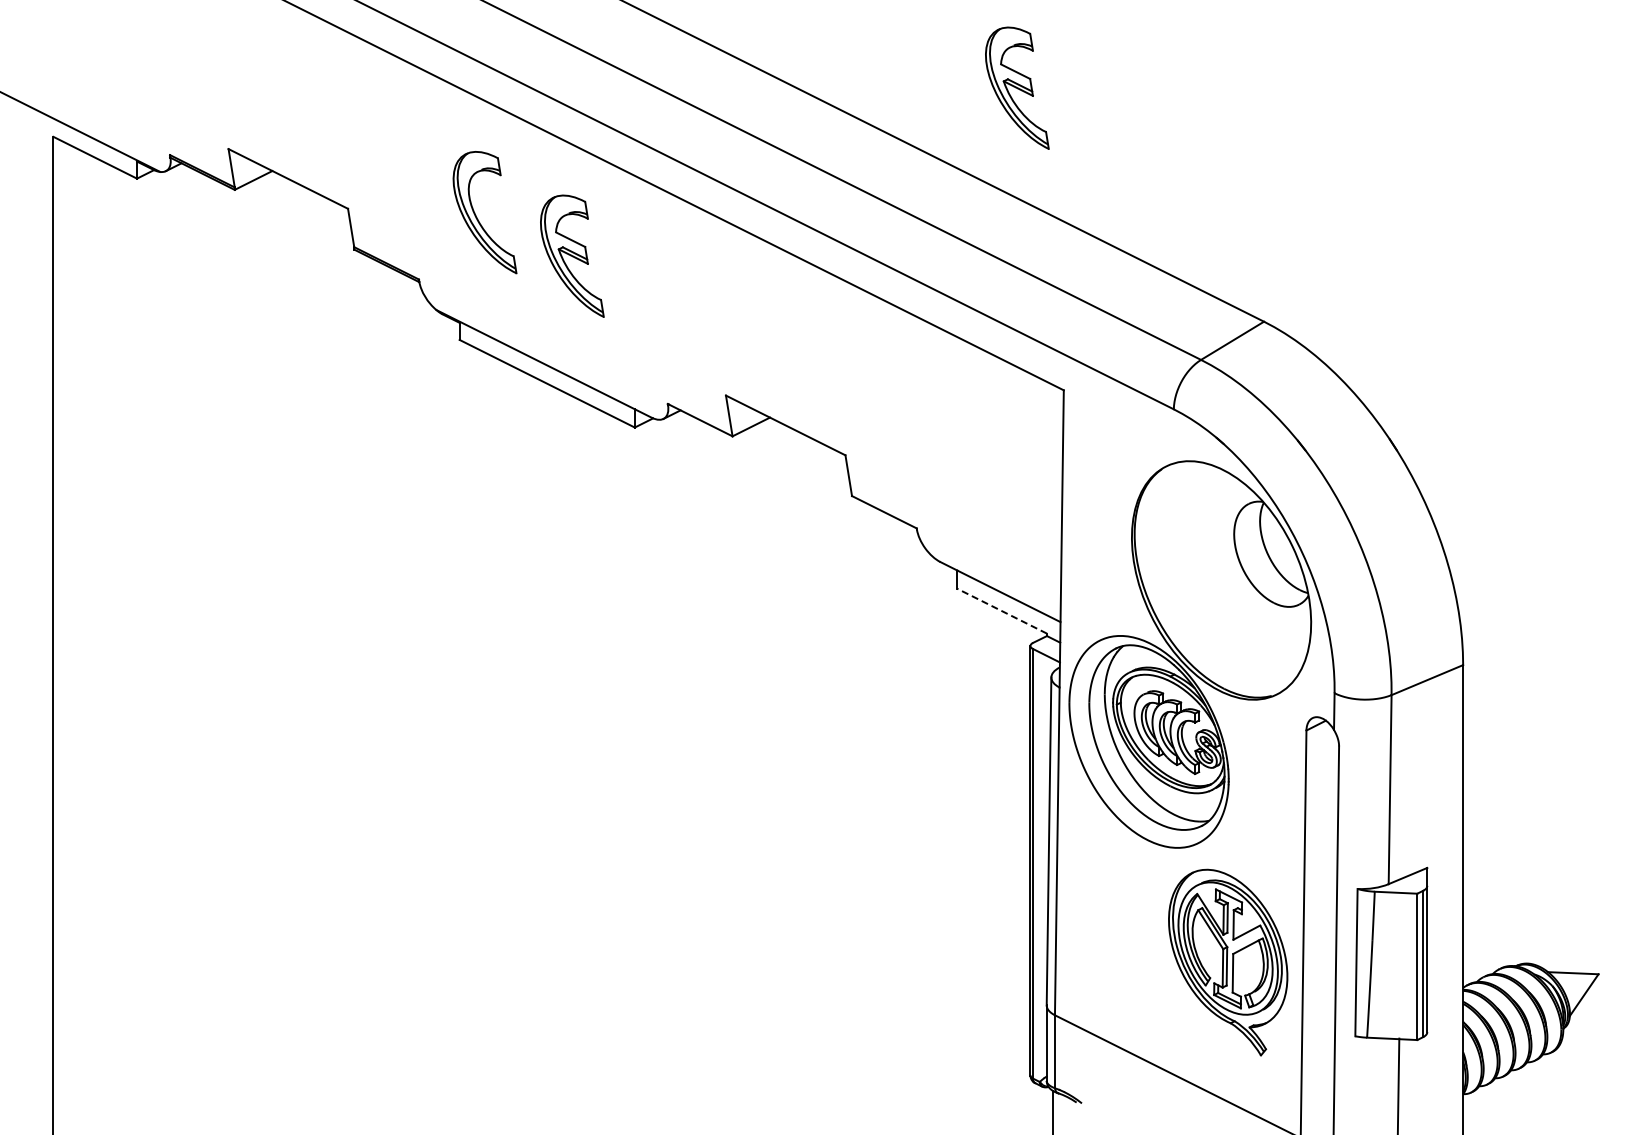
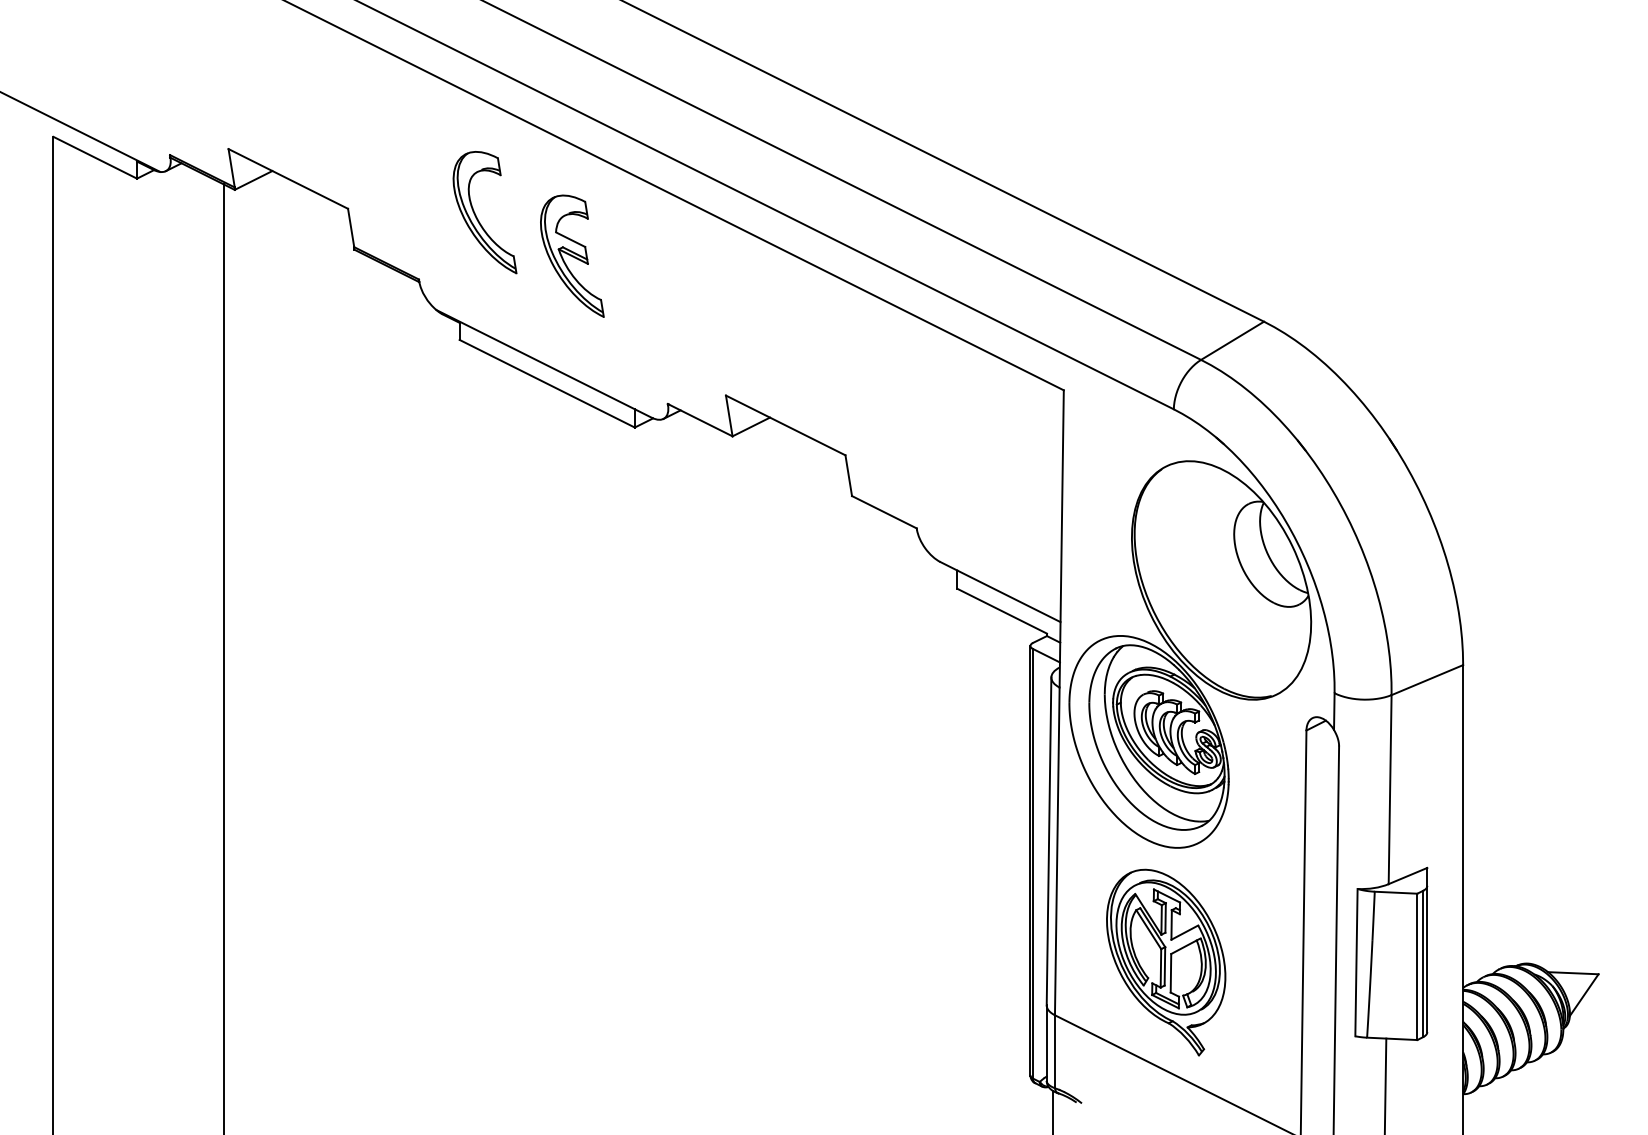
part at (1017, 87): present -> none
line at (1001, 611): dashed -> solid
line at (223, 657): none -> present
part at (1228, 962) position: (1228, 962) -> (1166, 962)
line at (1398, 1084) position: (1398, 1084) -> (1385, 1084)
